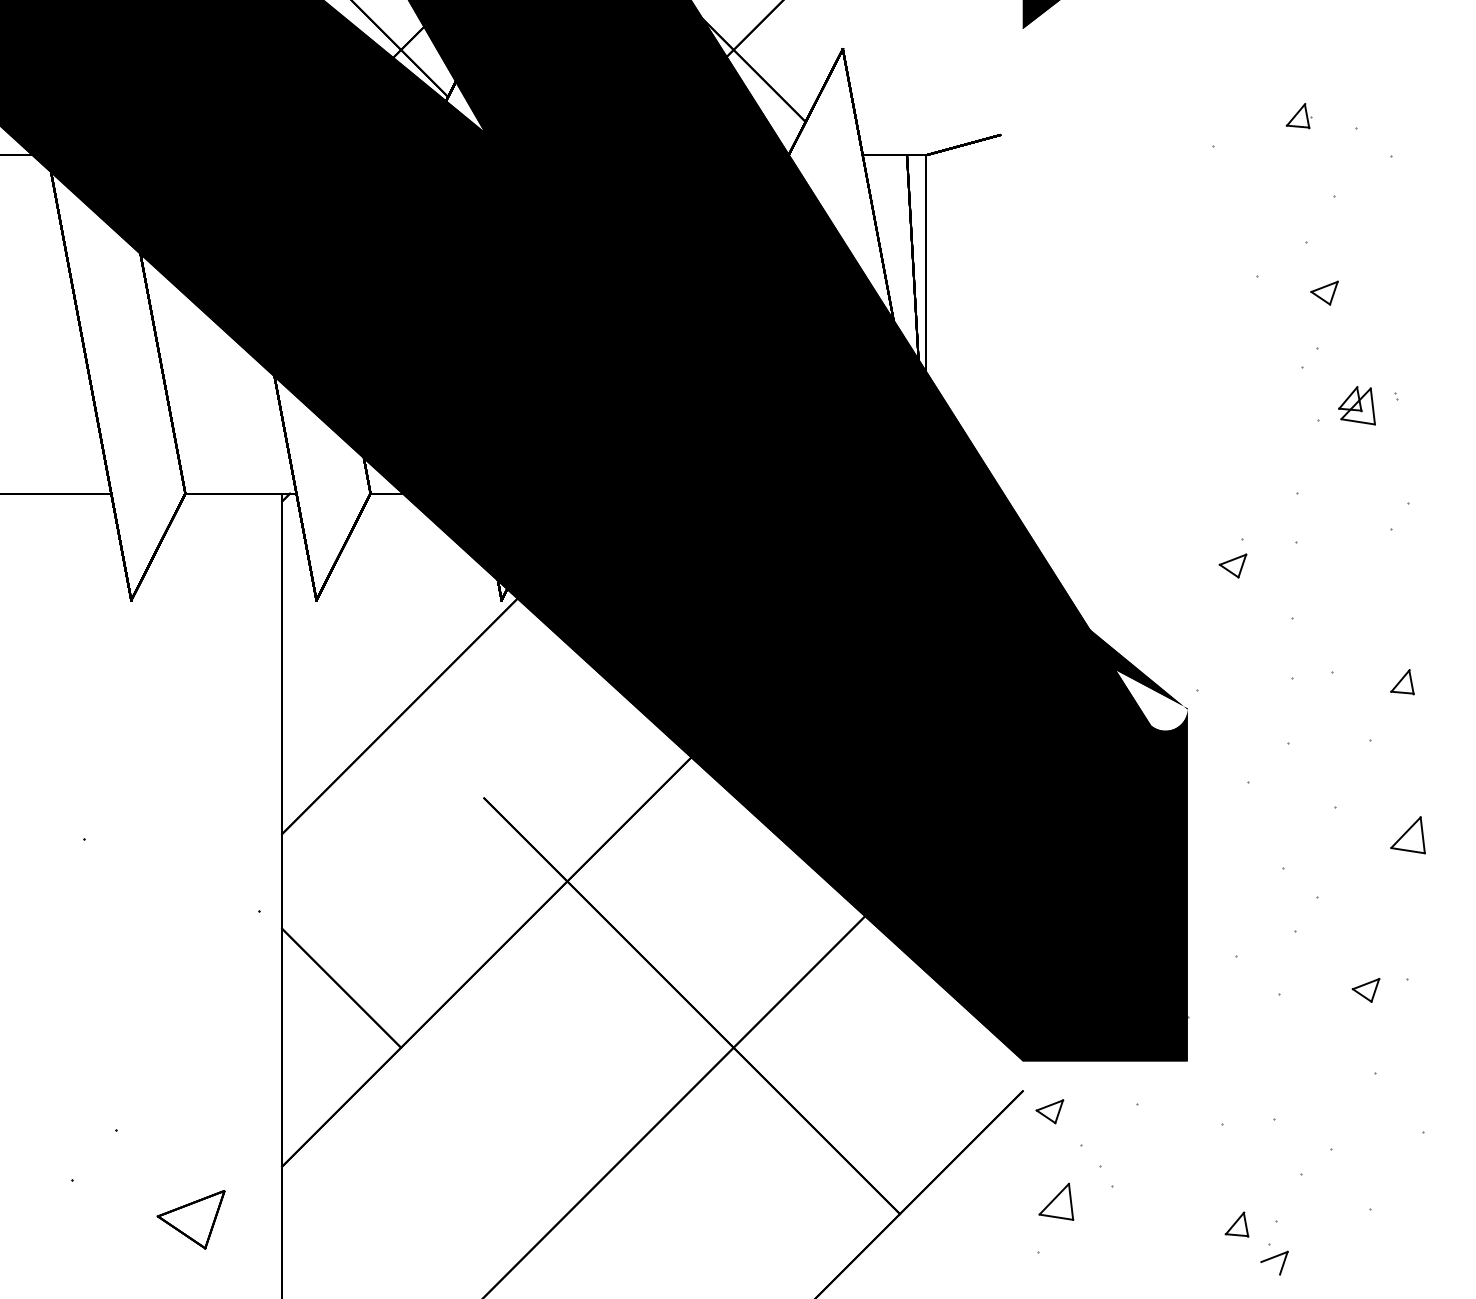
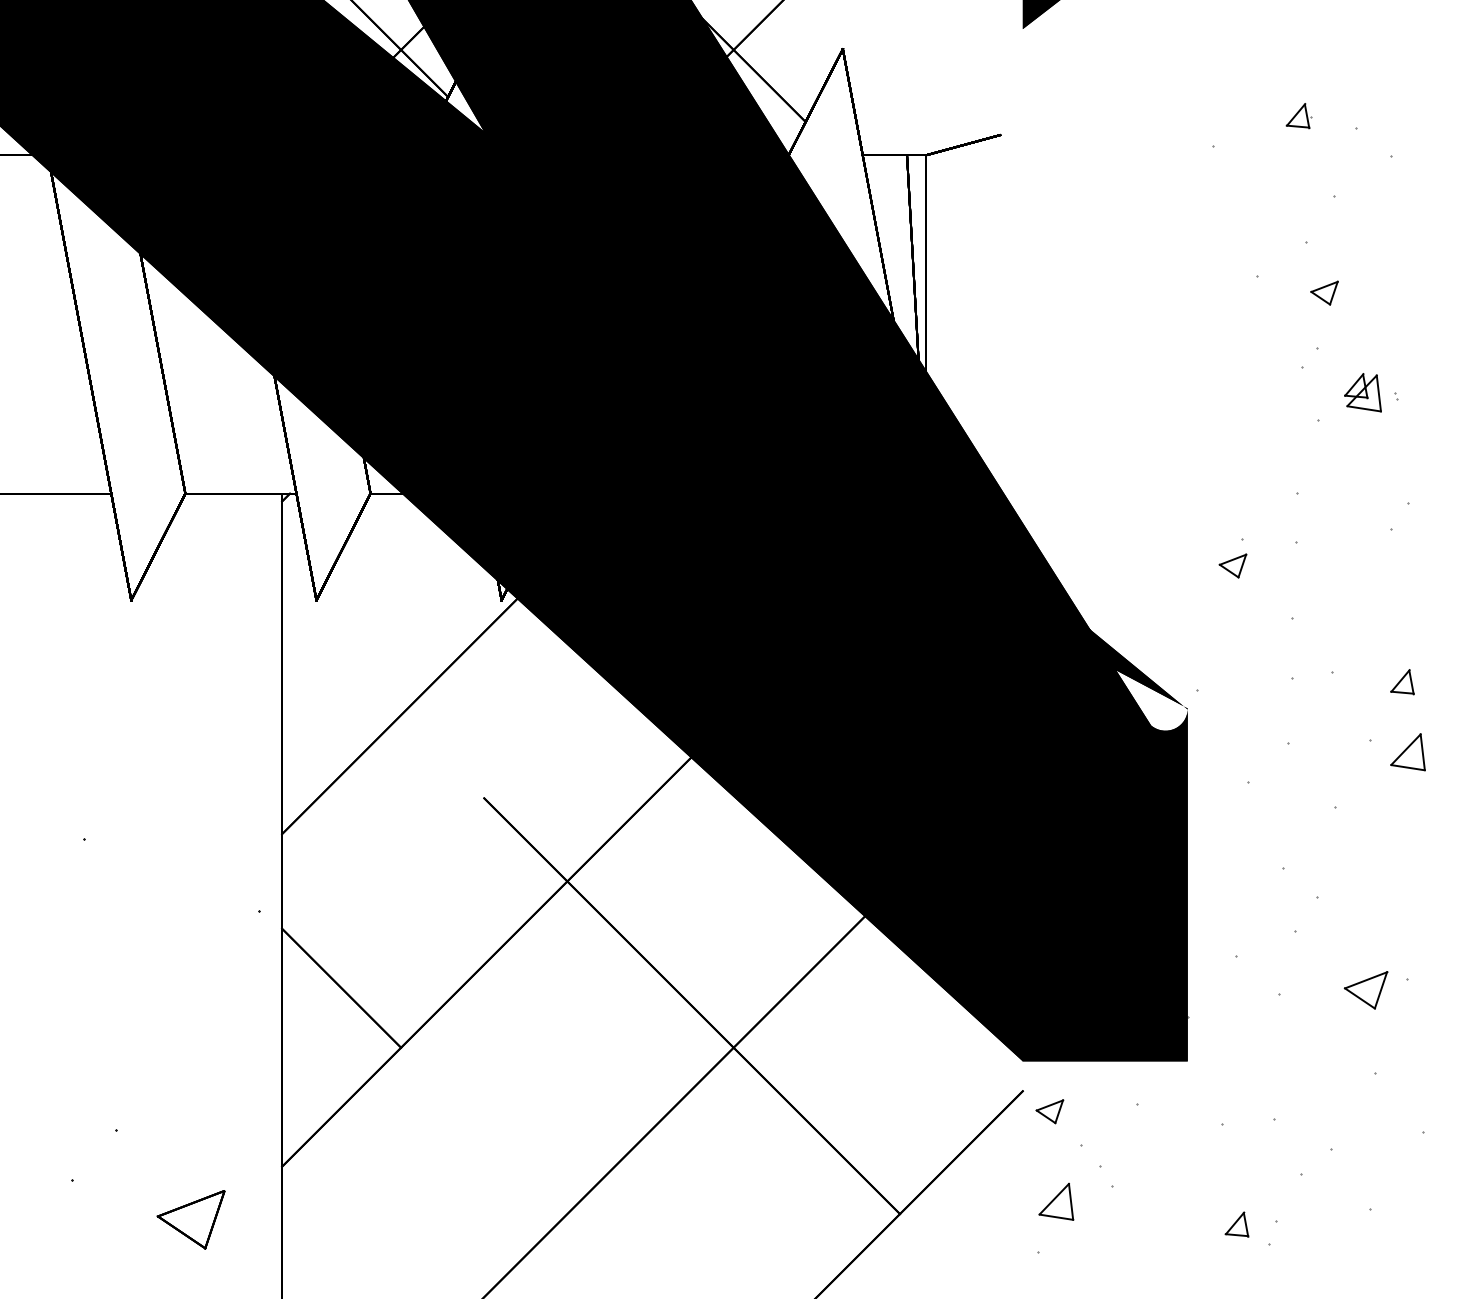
part at (1356, 405) position: (1356, 405) -> (1362, 392)
part at (1407, 835) position: (1407, 835) -> (1407, 752)
part at (1365, 990) size: 30x25 px -> 46x39 px
part at (1274, 1262): present -> none
